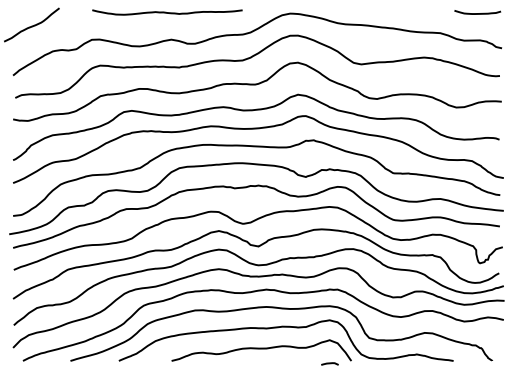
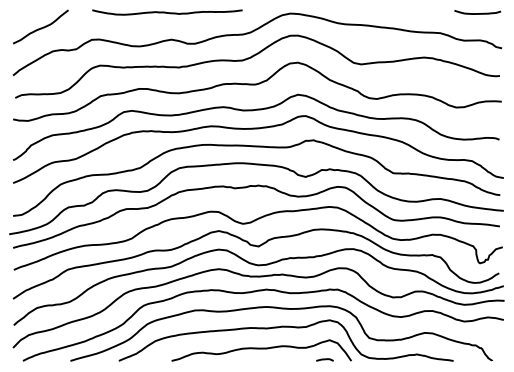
curve at (31, 25) position: (31, 25) -> (40, 27)
line at (329, 363) position: (329, 363) -> (324, 359)
